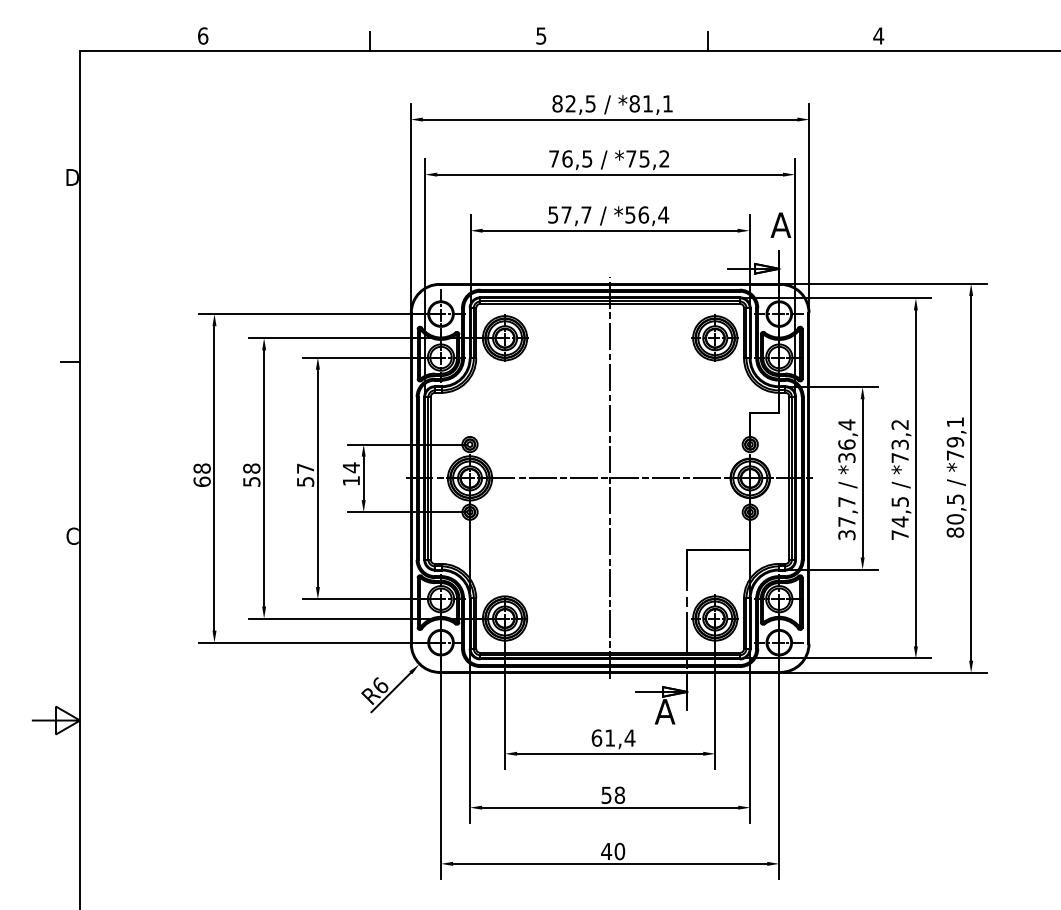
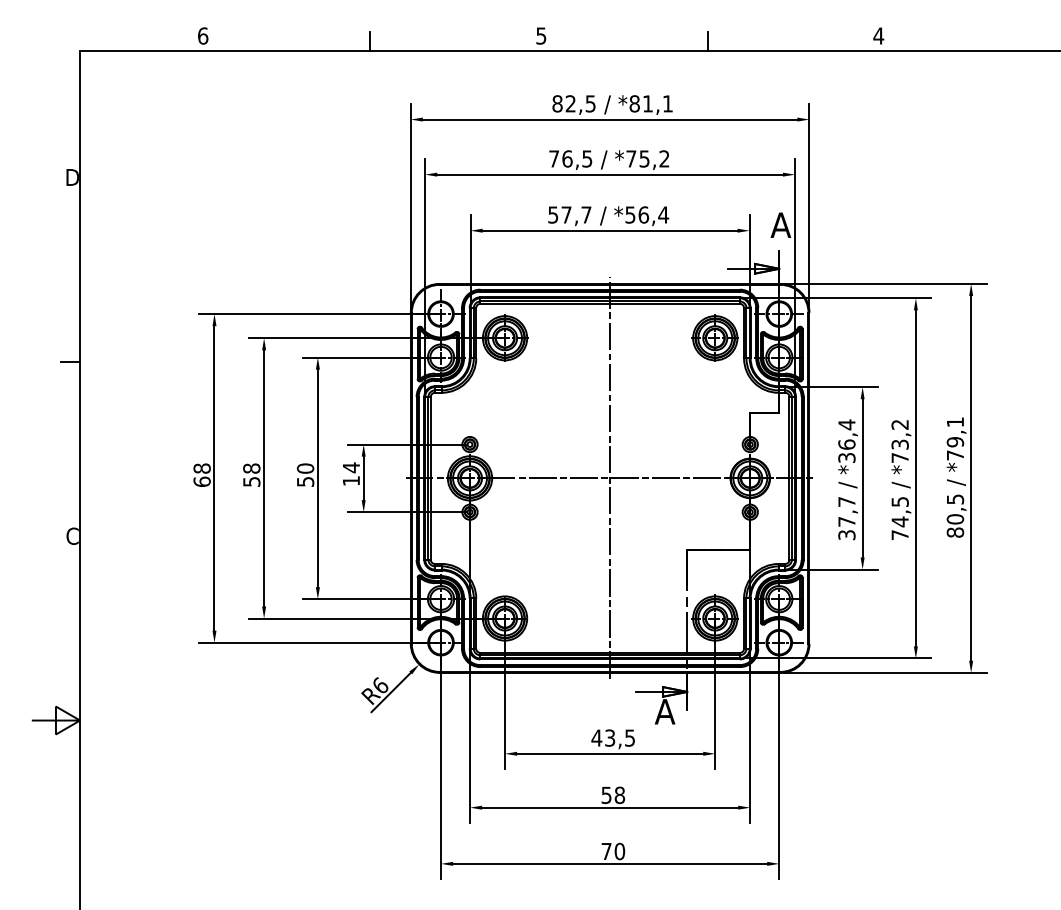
text at (305, 468): 57 -> 50
text at (613, 737): 61,4 -> 43,5
text at (606, 851): 40 -> 70
